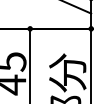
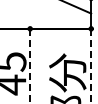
line at (30, 66): solid -> dashed
line at (91, 66): solid -> dashed
